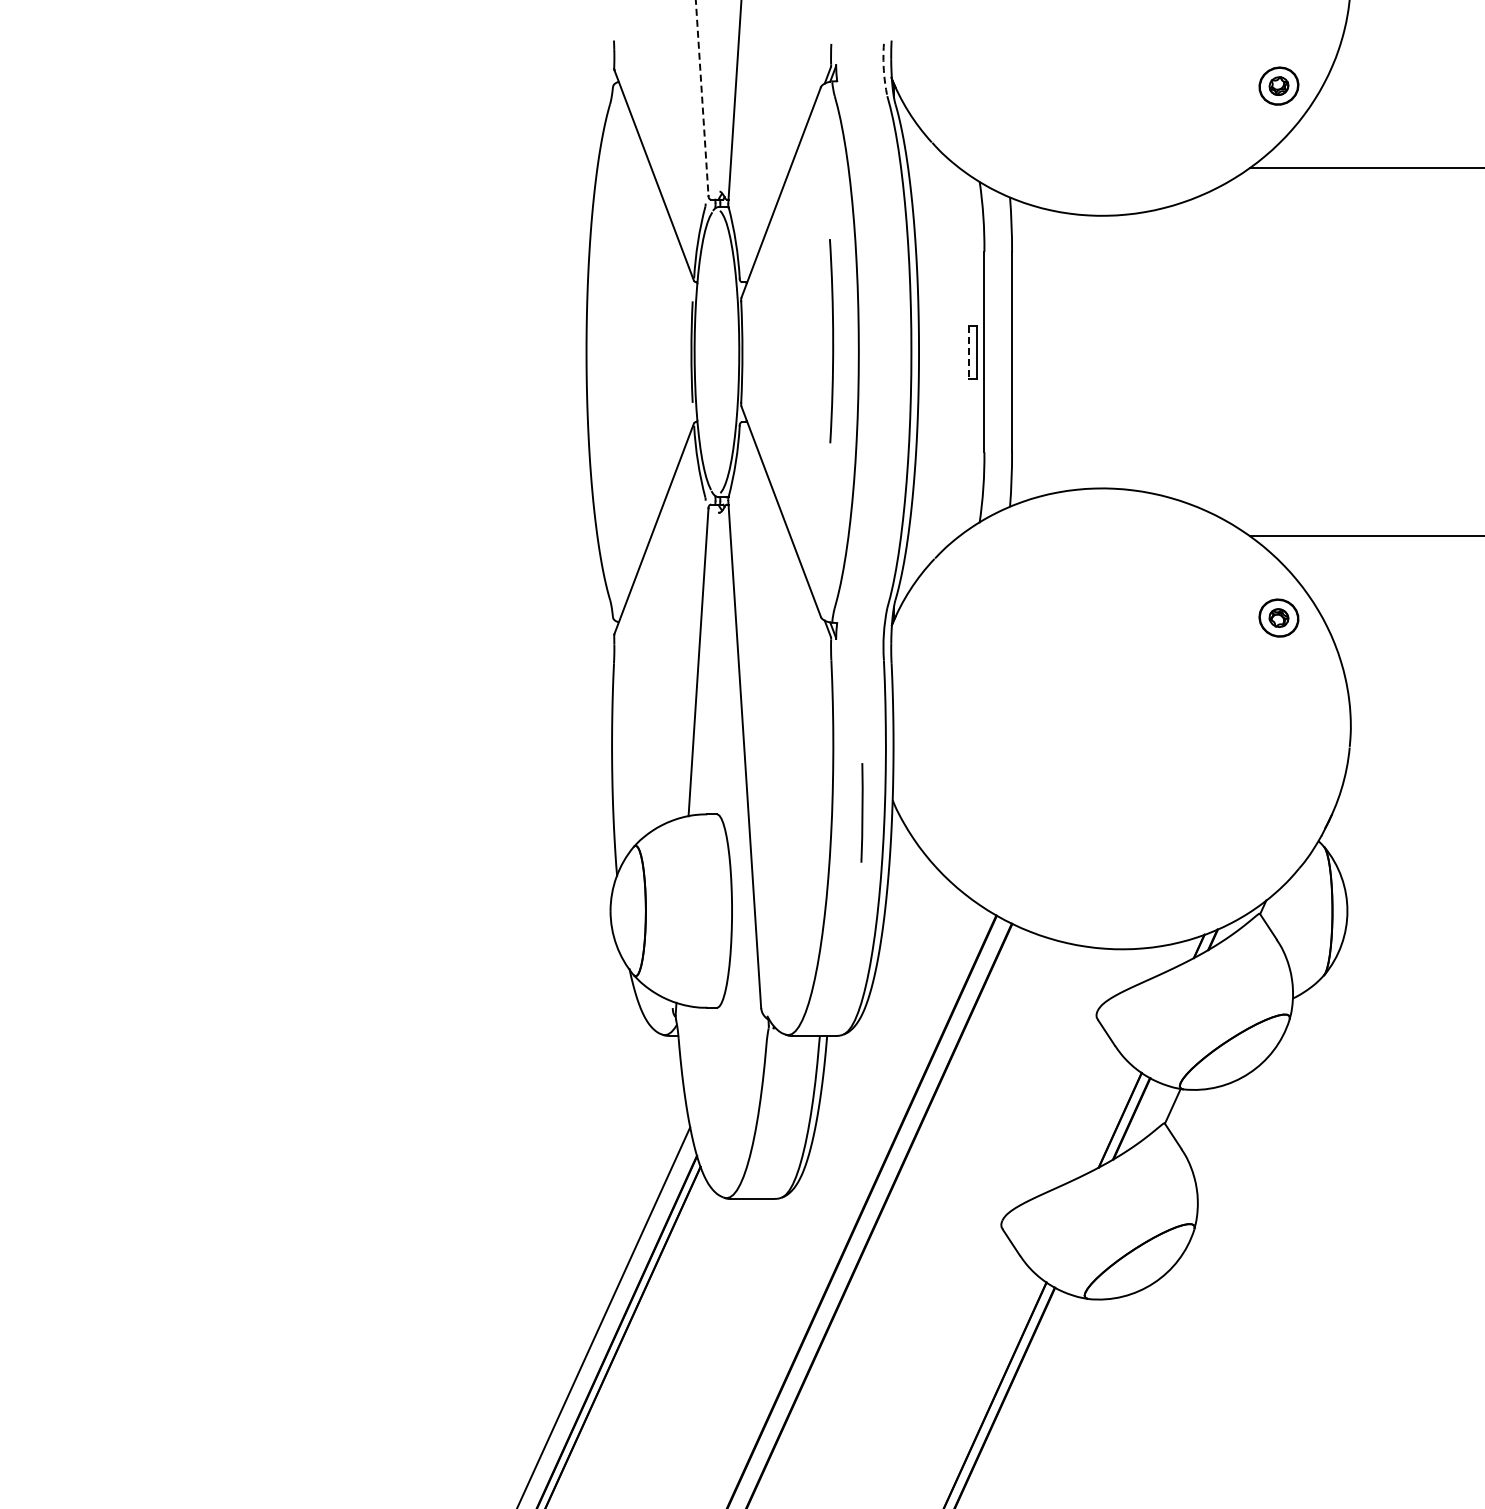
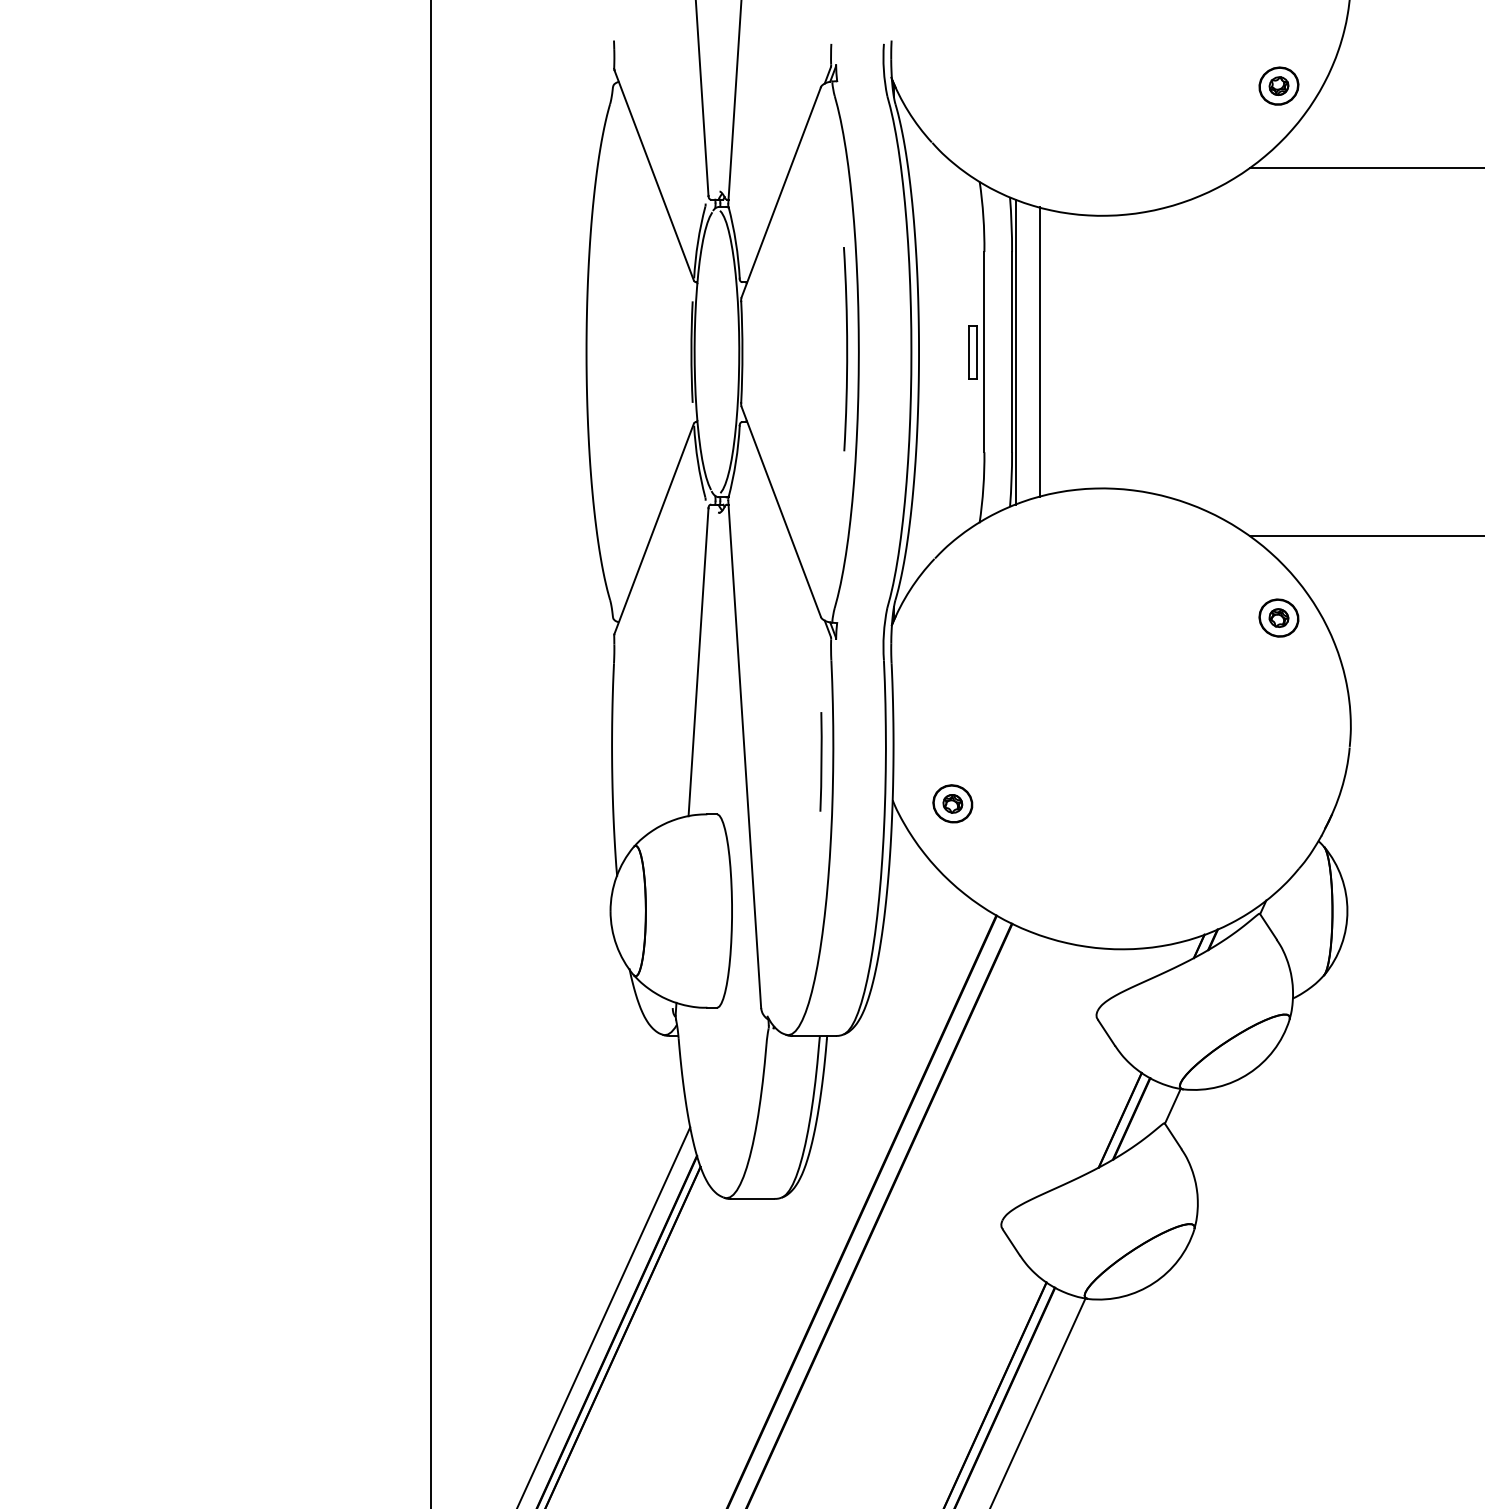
arc at (883, 70): dashed -> solid
line at (702, 98): dashed -> solid
arc at (832, 341) position: (832, 341) -> (846, 349)
line at (1015, 351): none -> present
line at (1039, 351): none -> present
line at (968, 352): dashed -> solid
line at (431, 753): none -> present
part at (952, 803): none -> present
line at (861, 812) position: (861, 812) -> (820, 761)
line at (1038, 1401): none -> present
